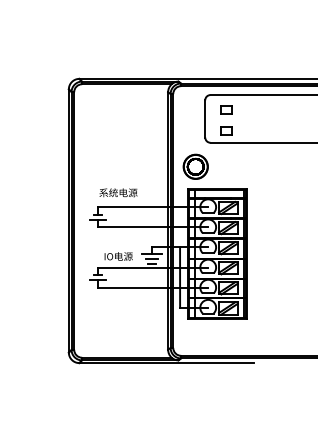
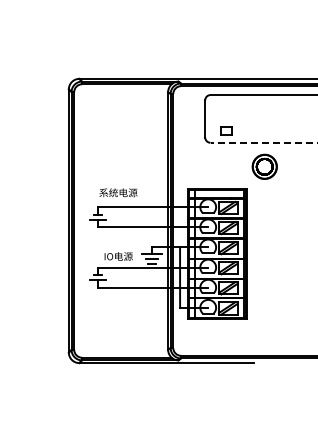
part at (226, 109): present -> none
line at (263, 142): solid -> dashed
part at (195, 166) position: (195, 166) -> (264, 166)
